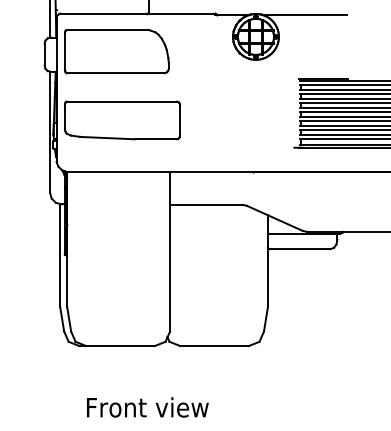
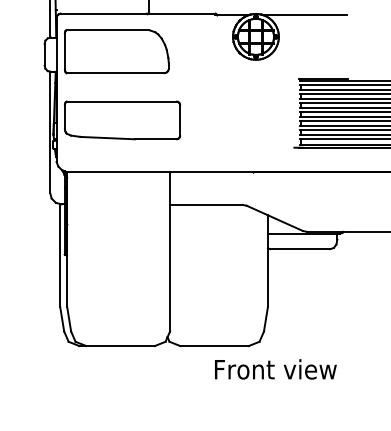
text at (147, 407) position: (147, 407) -> (275, 369)
